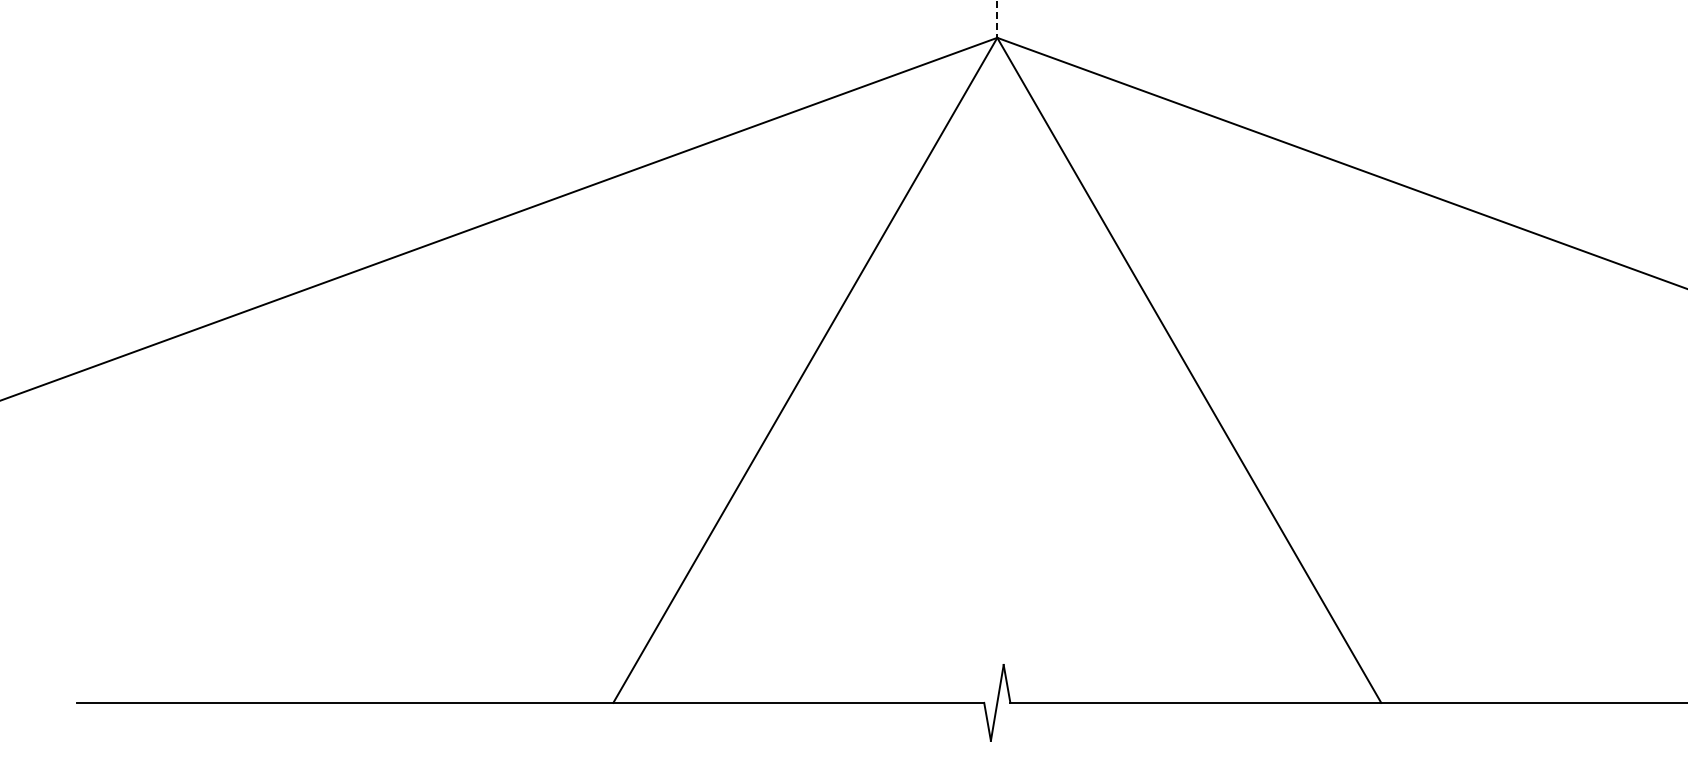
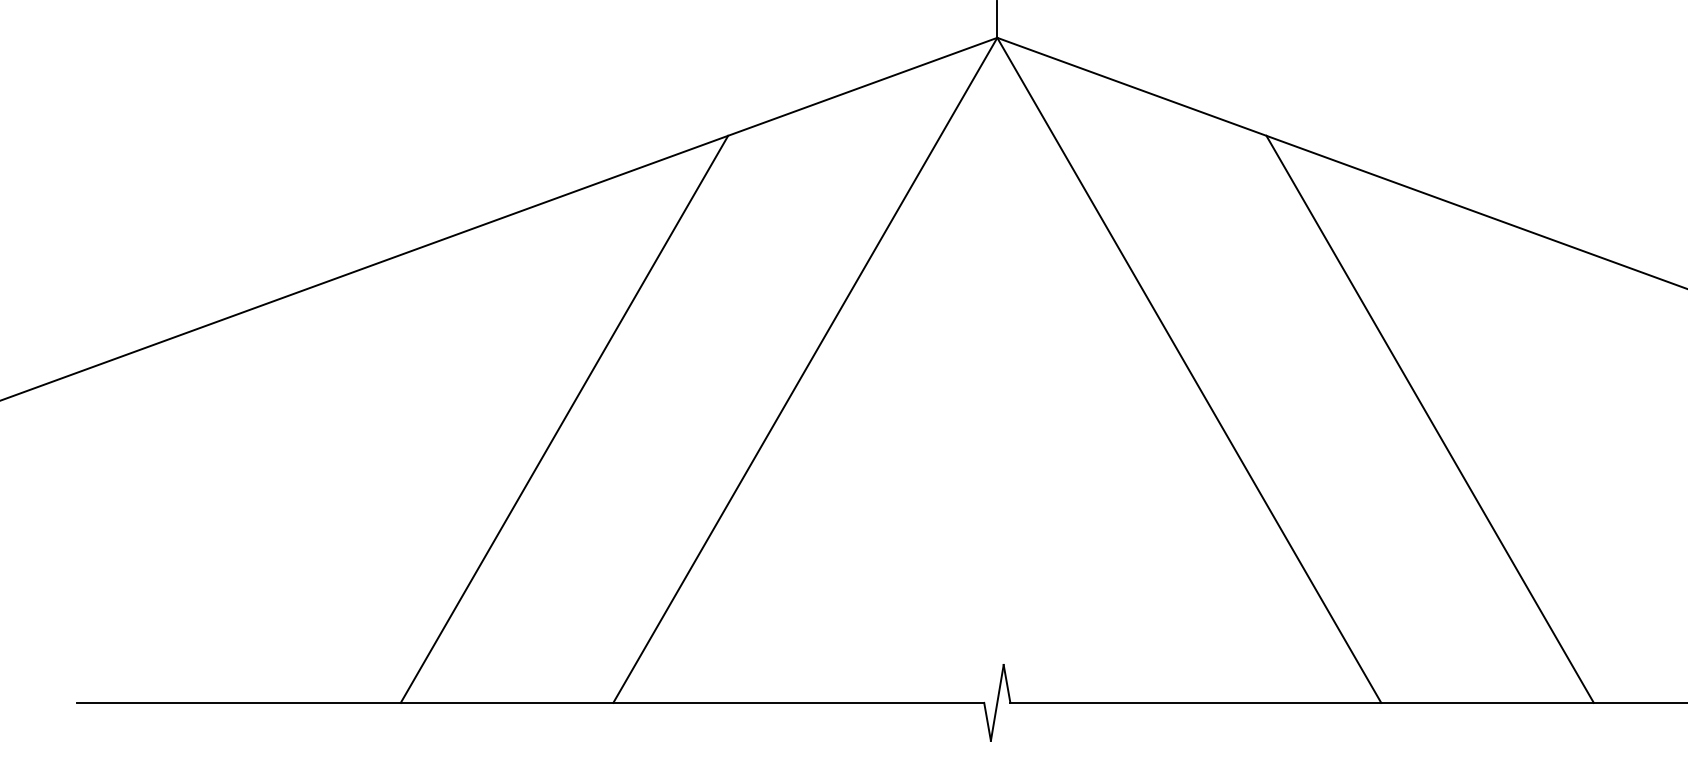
line at (997, 19): dashed -> solid
line at (564, 418): none -> present
line at (1429, 418): none -> present
